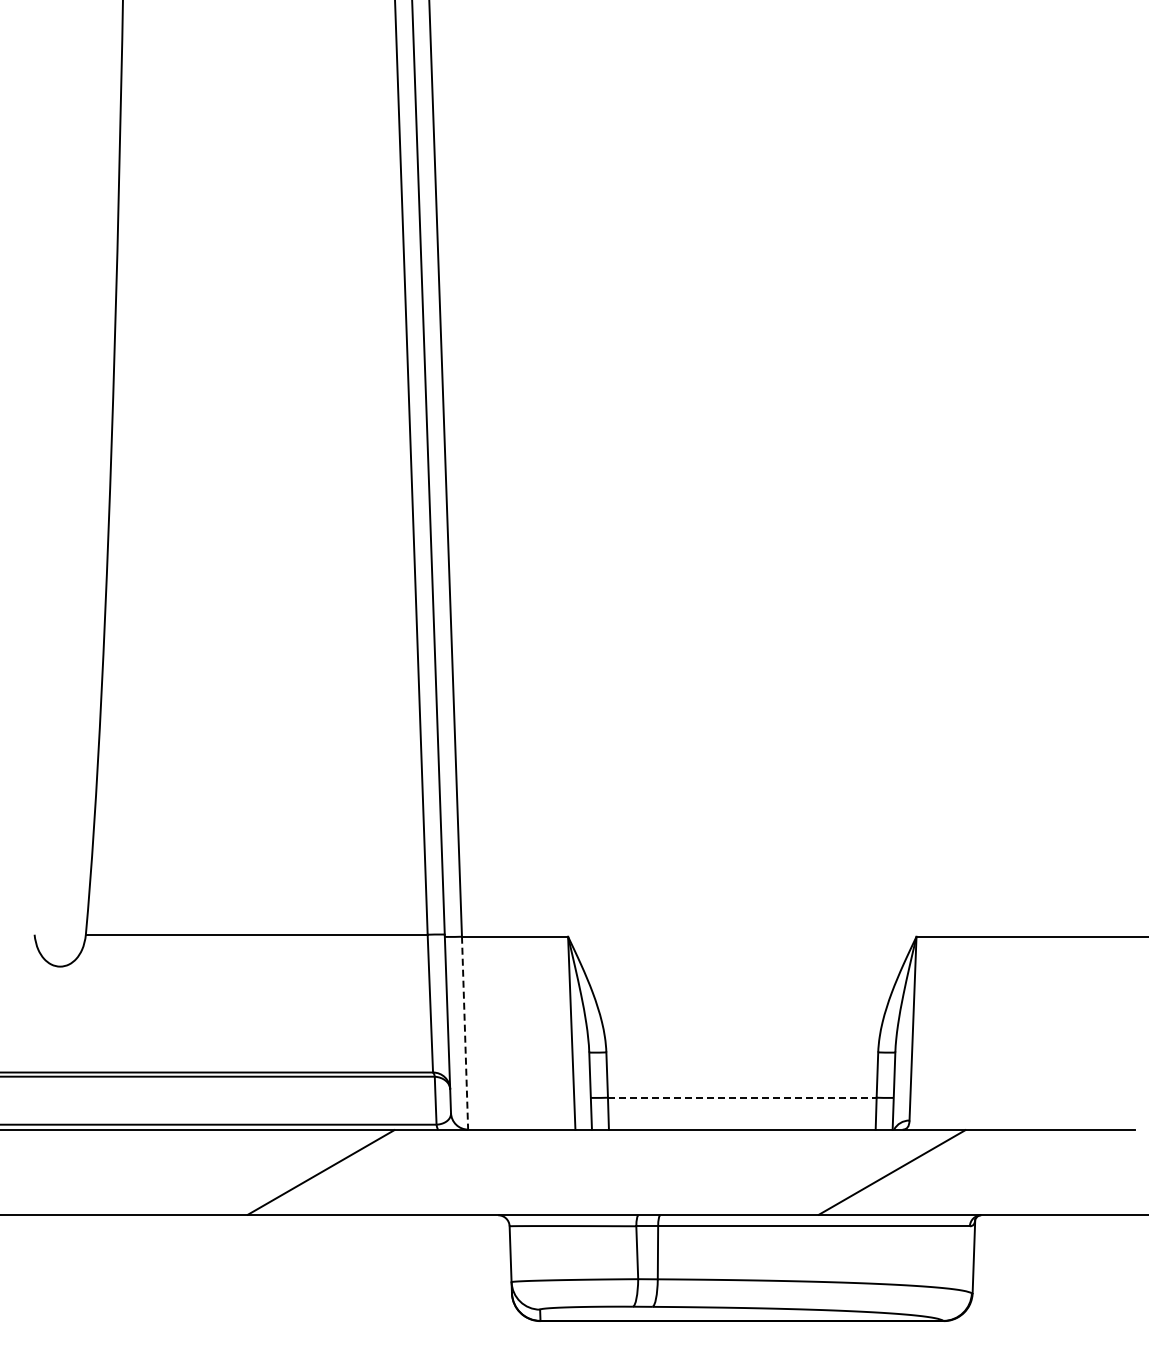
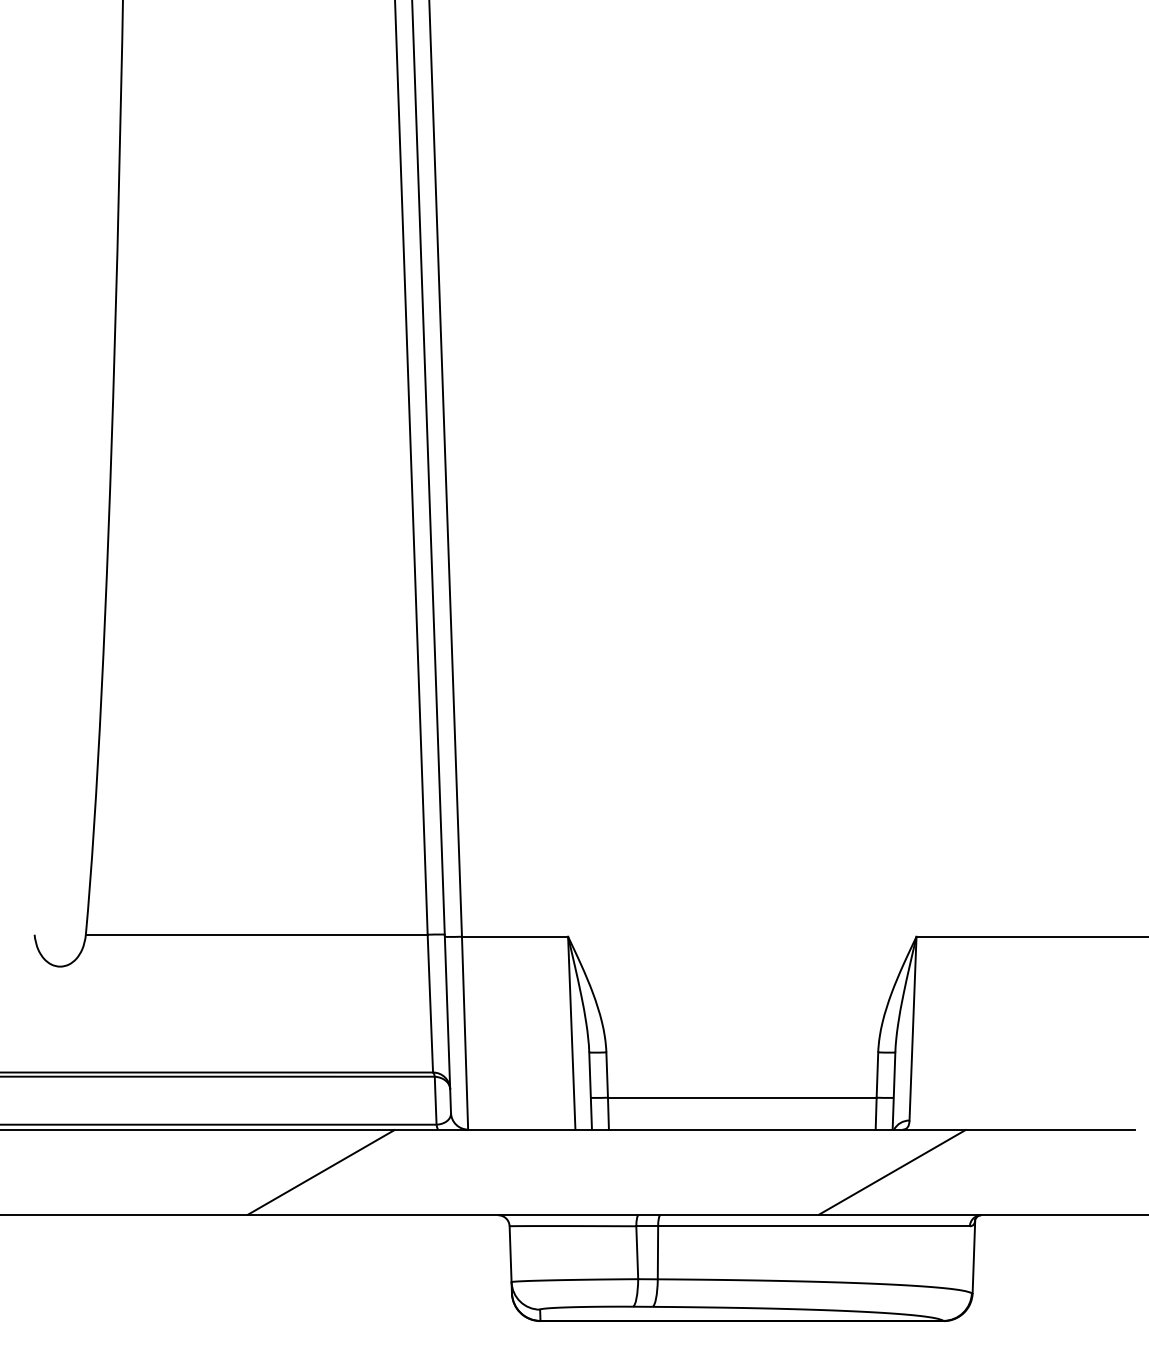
line at (465, 1033): dashed -> solid
line at (742, 1097): dashed -> solid
